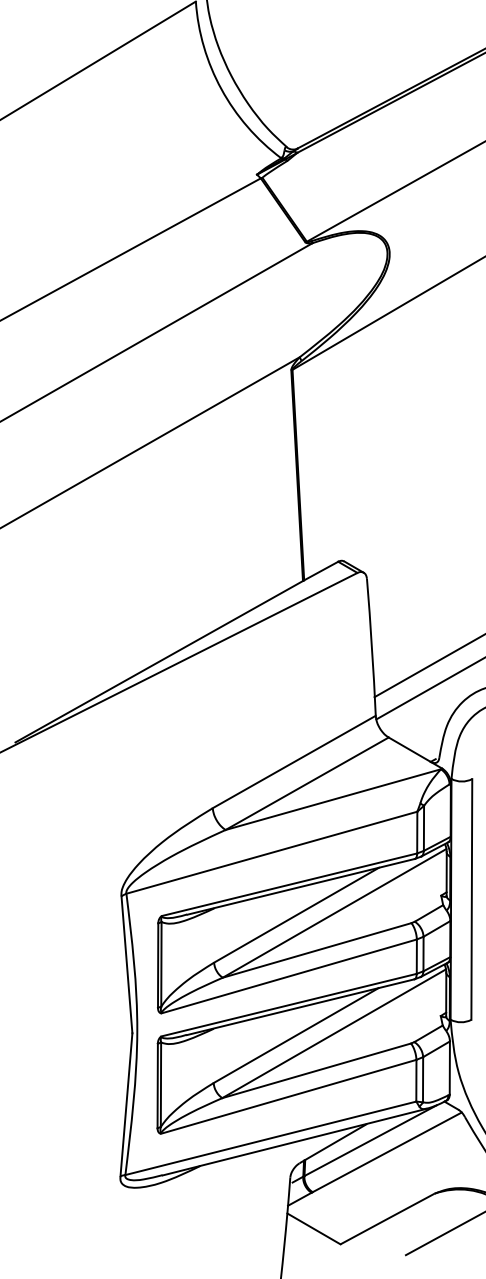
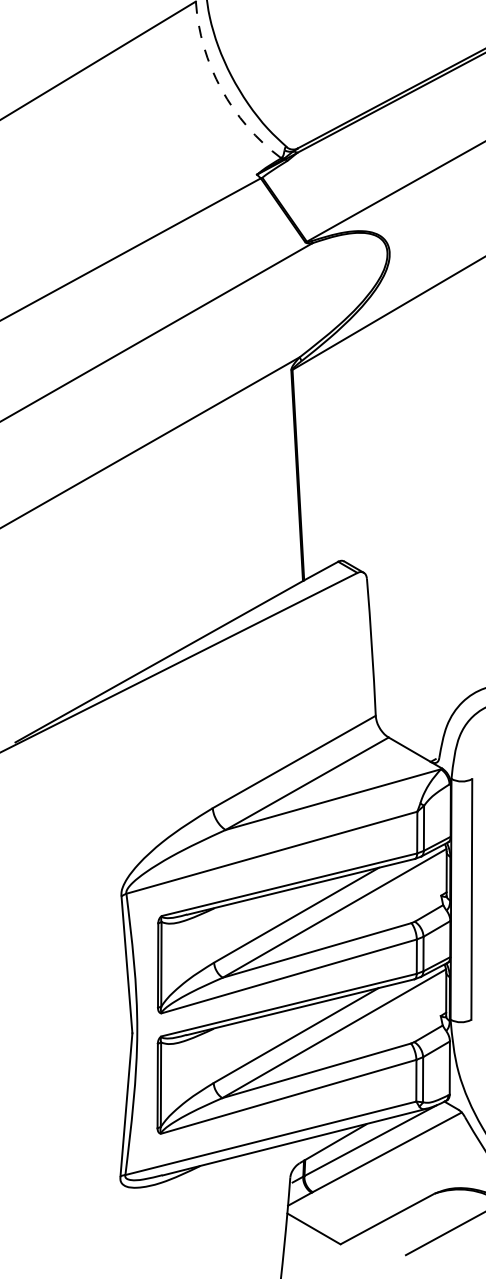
arc at (221, 89): solid -> dashed
line at (428, 666): present -> none
line at (429, 688): present -> none
